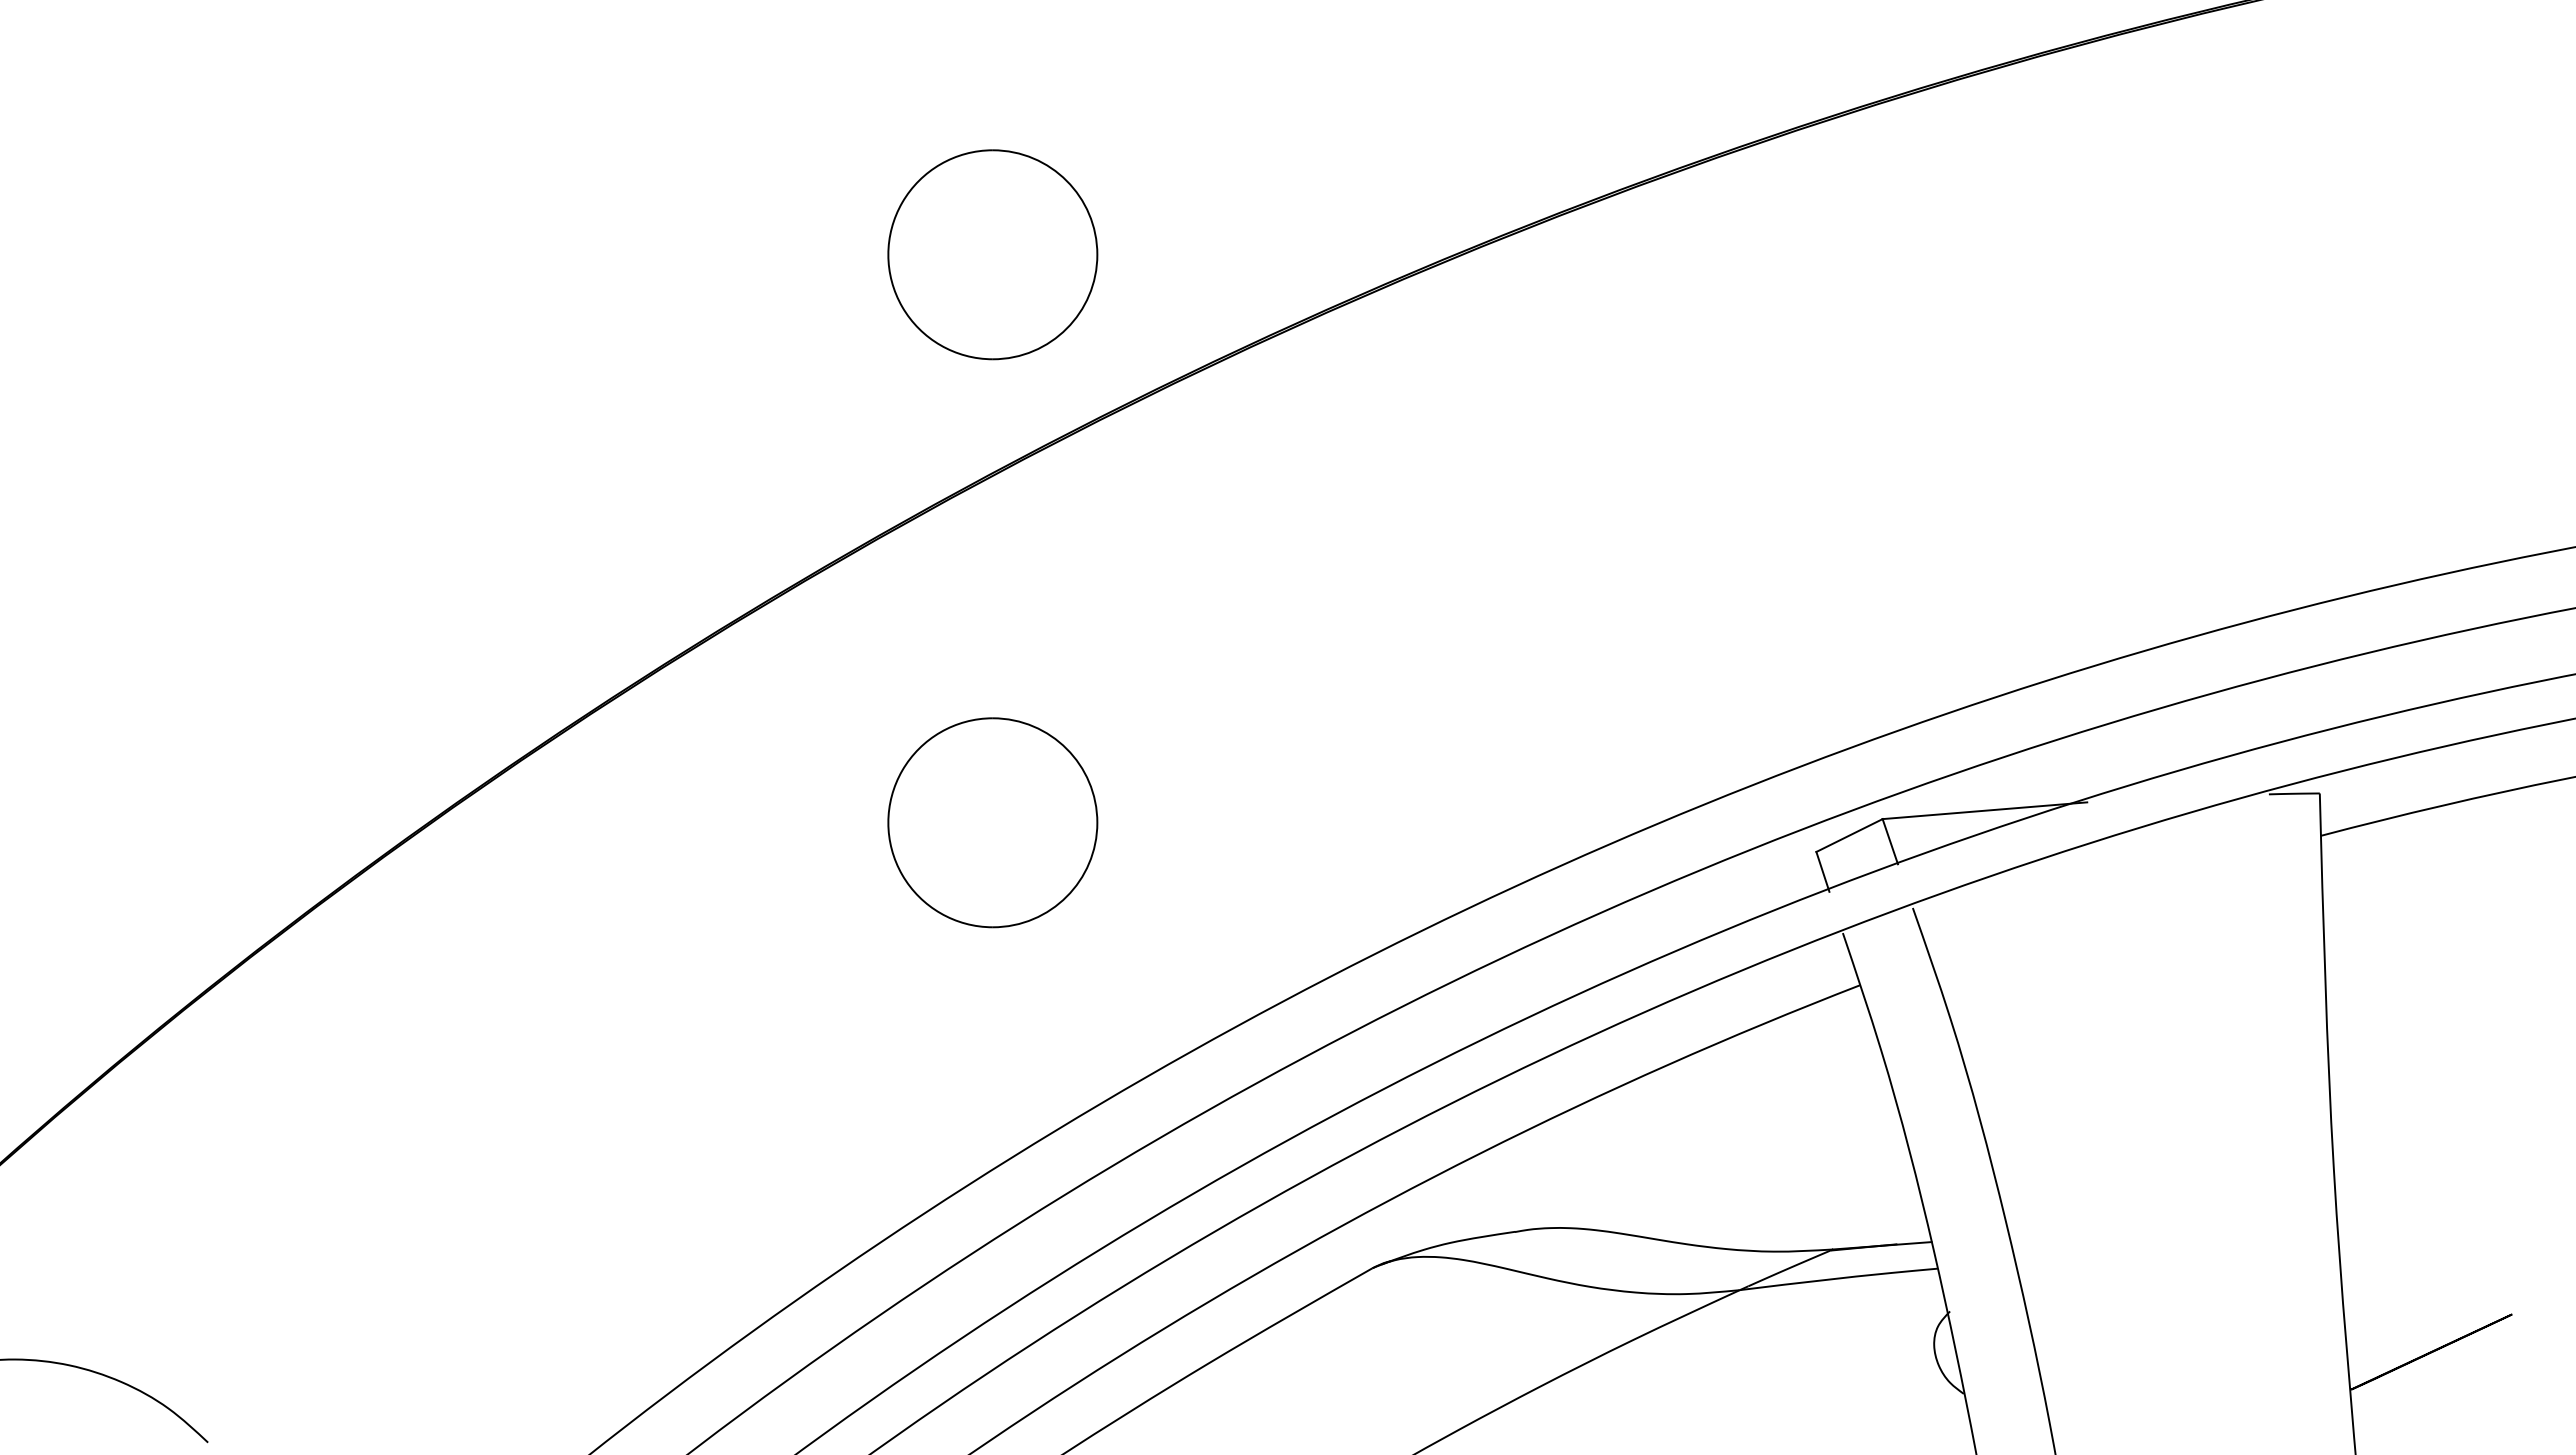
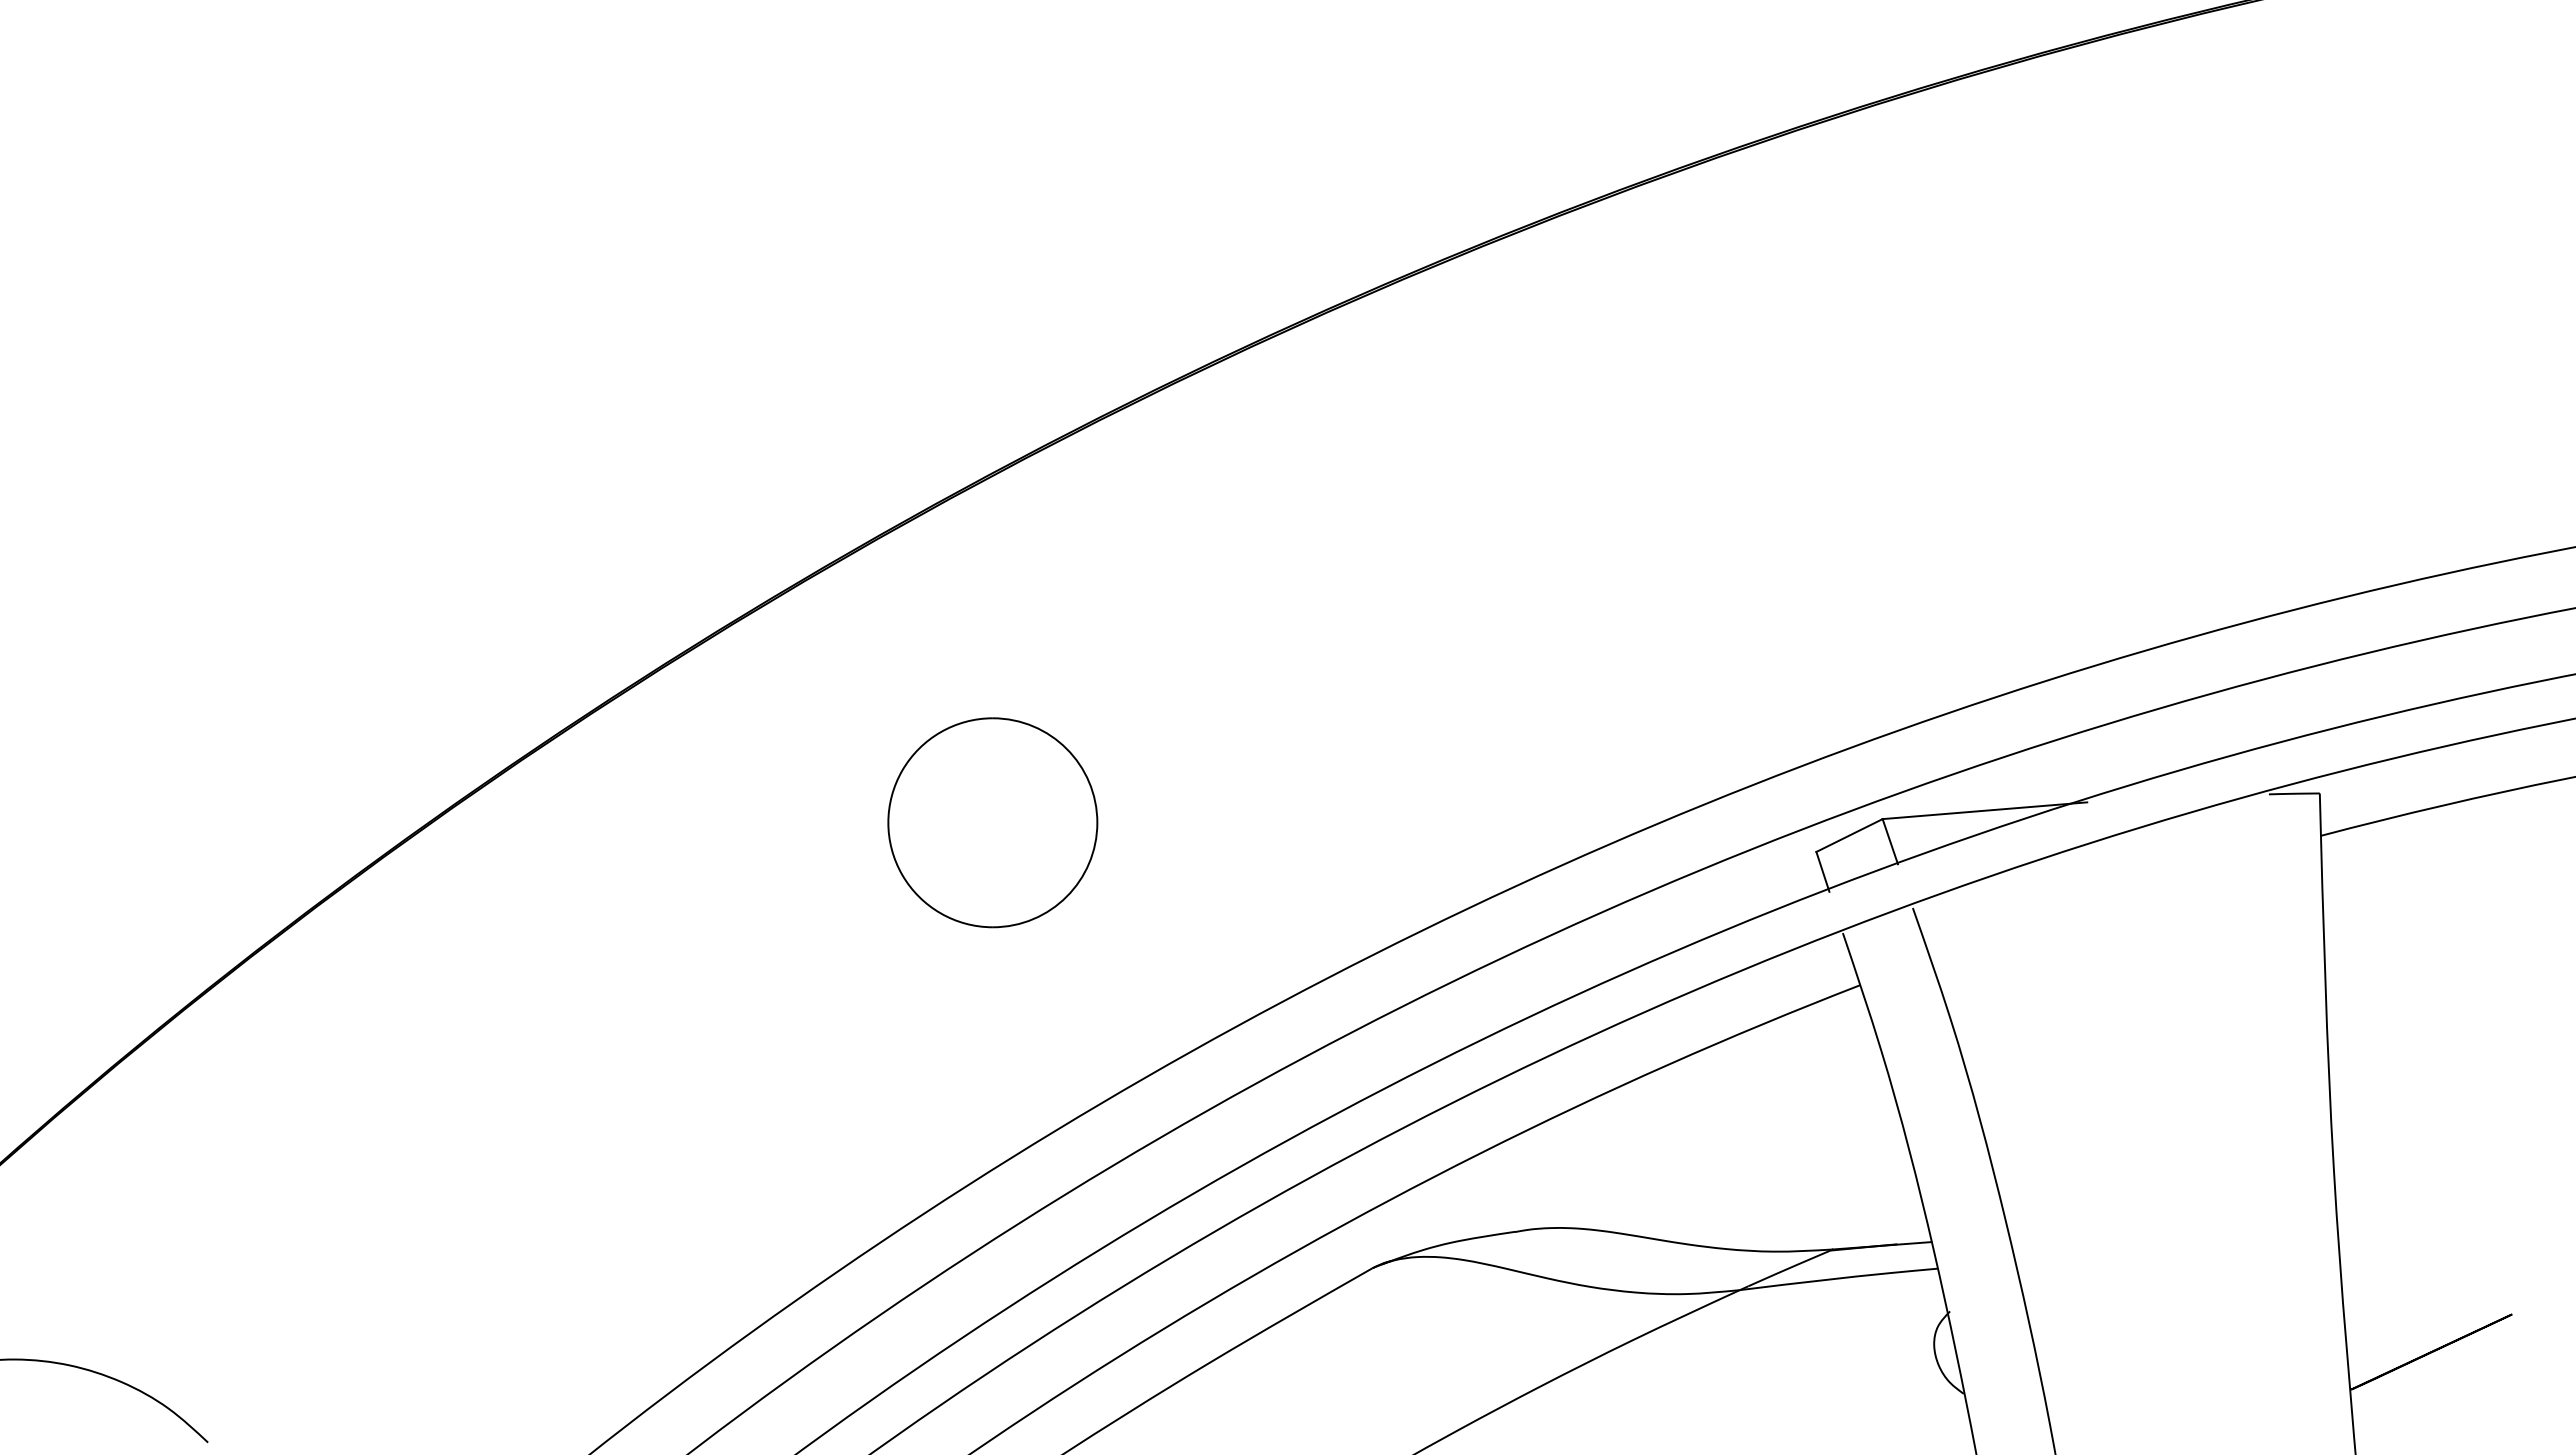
part at (992, 254): present -> none
